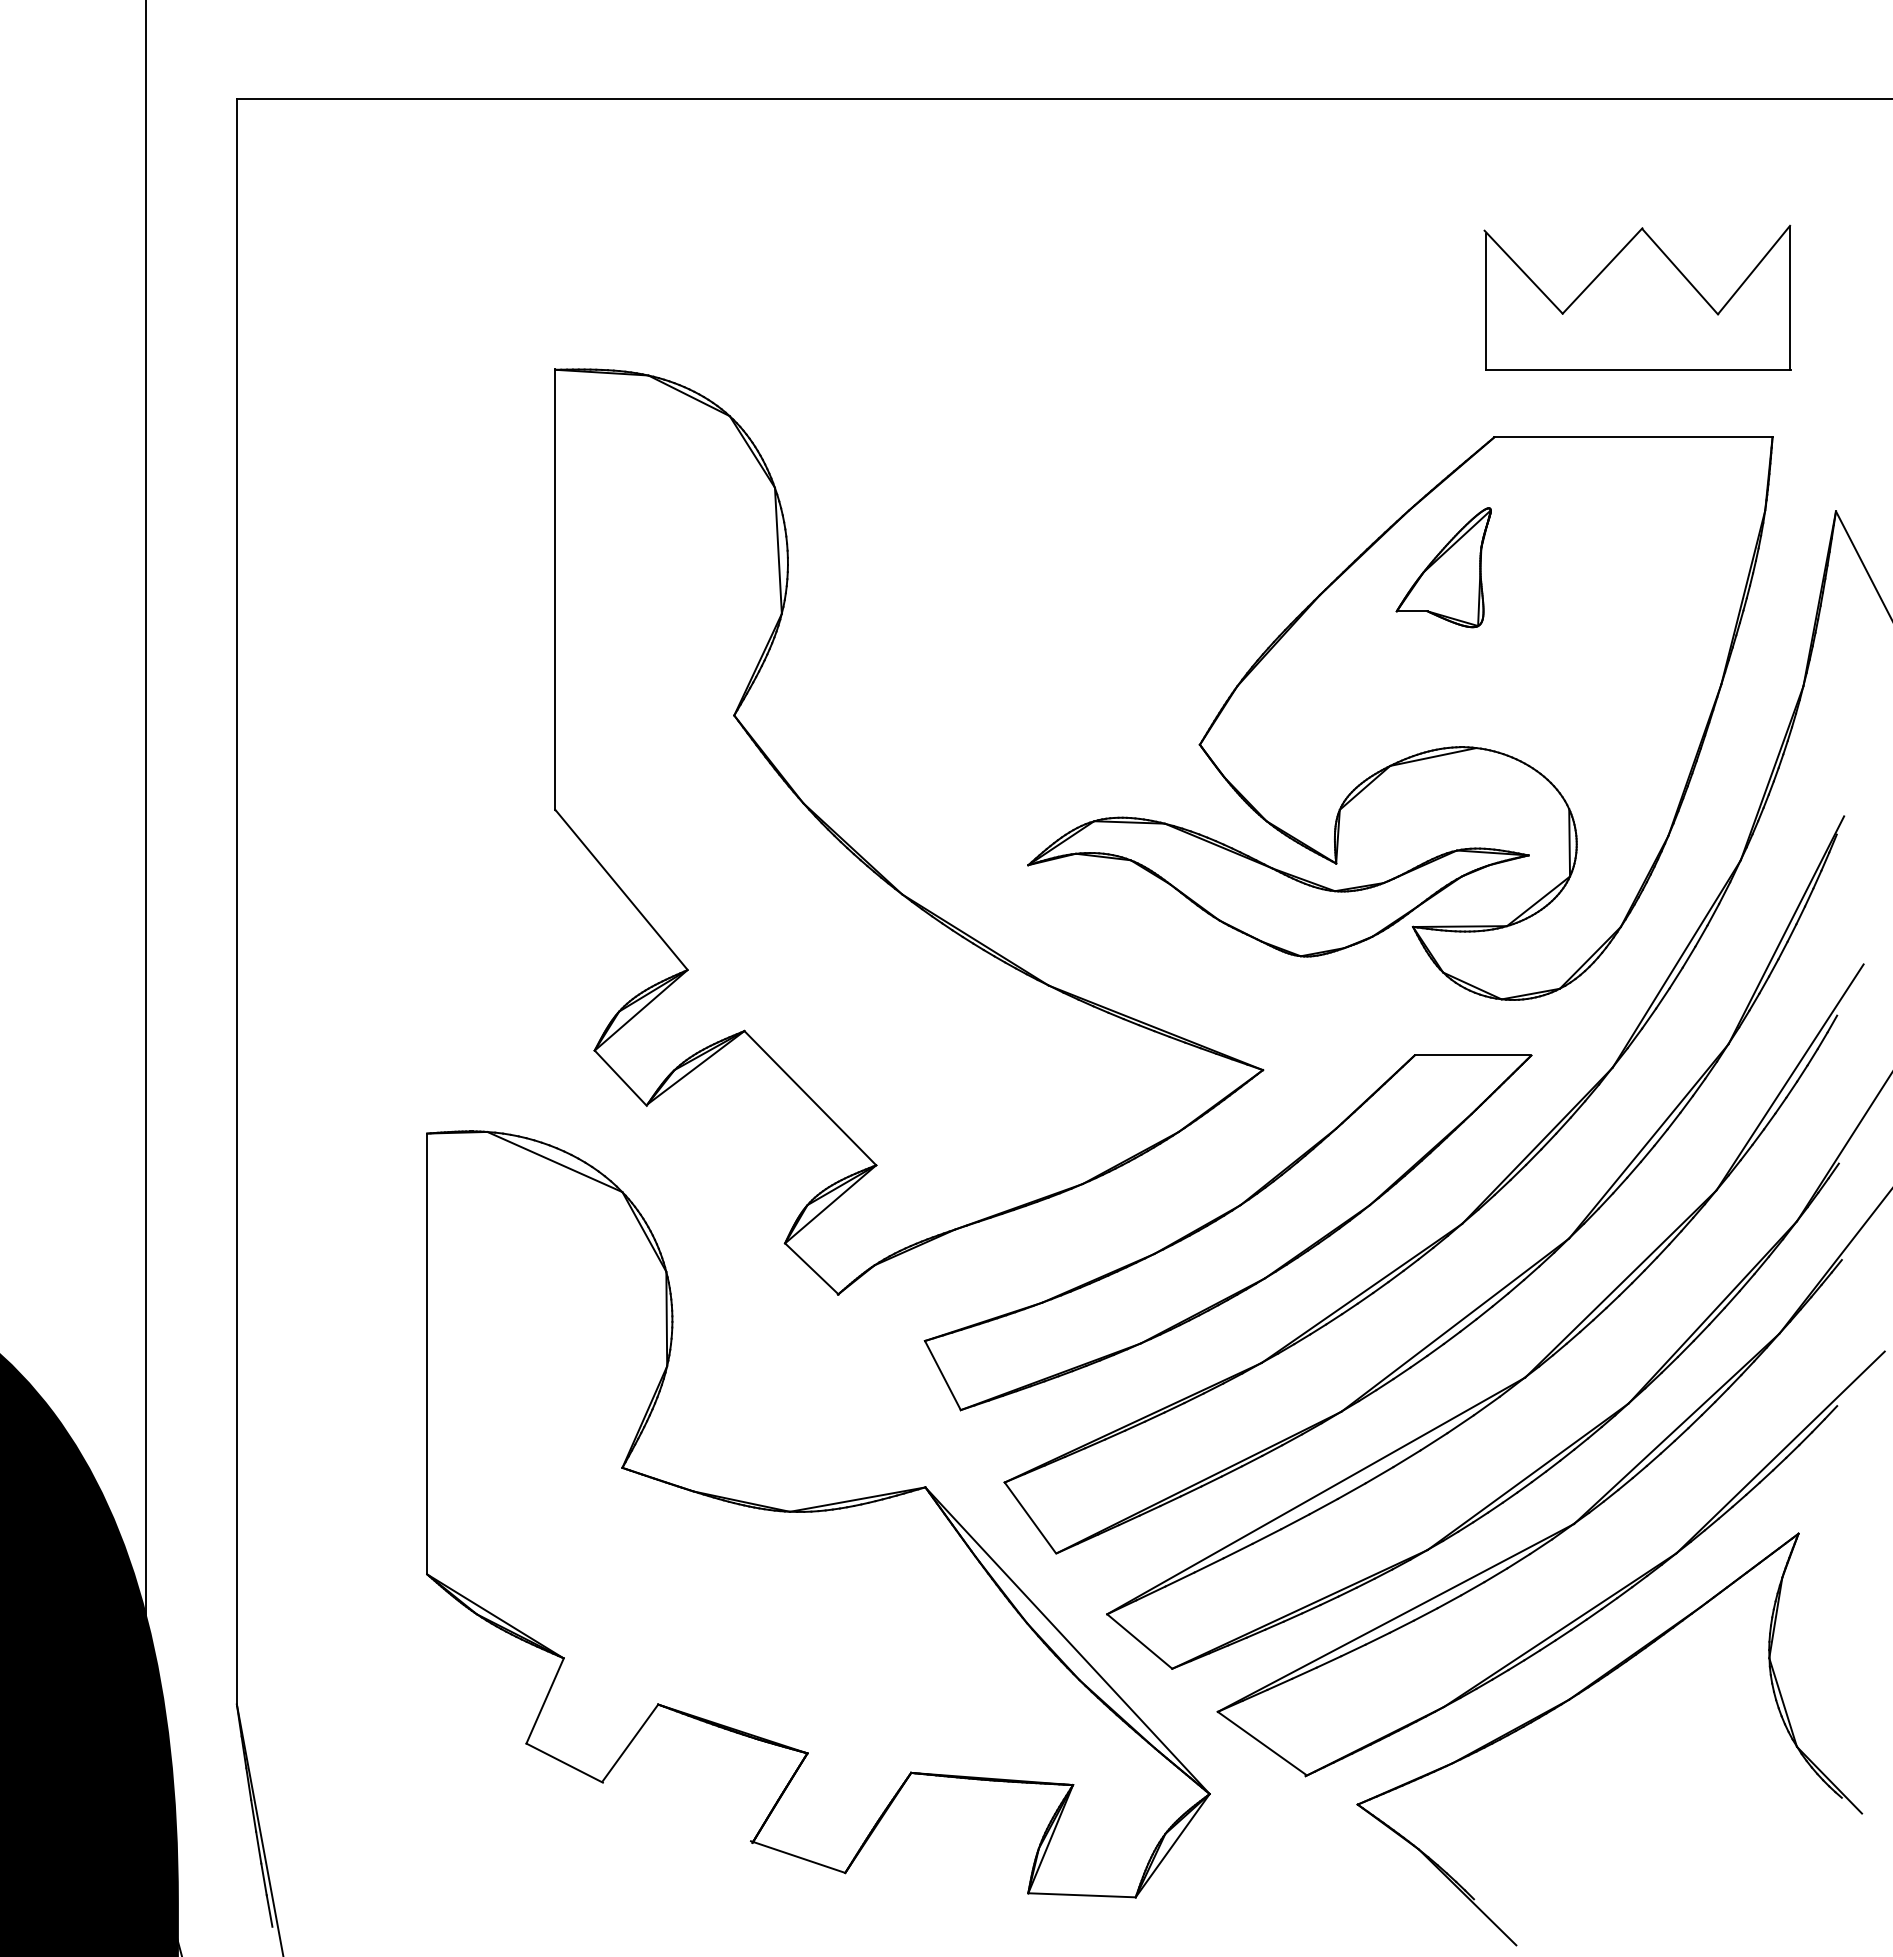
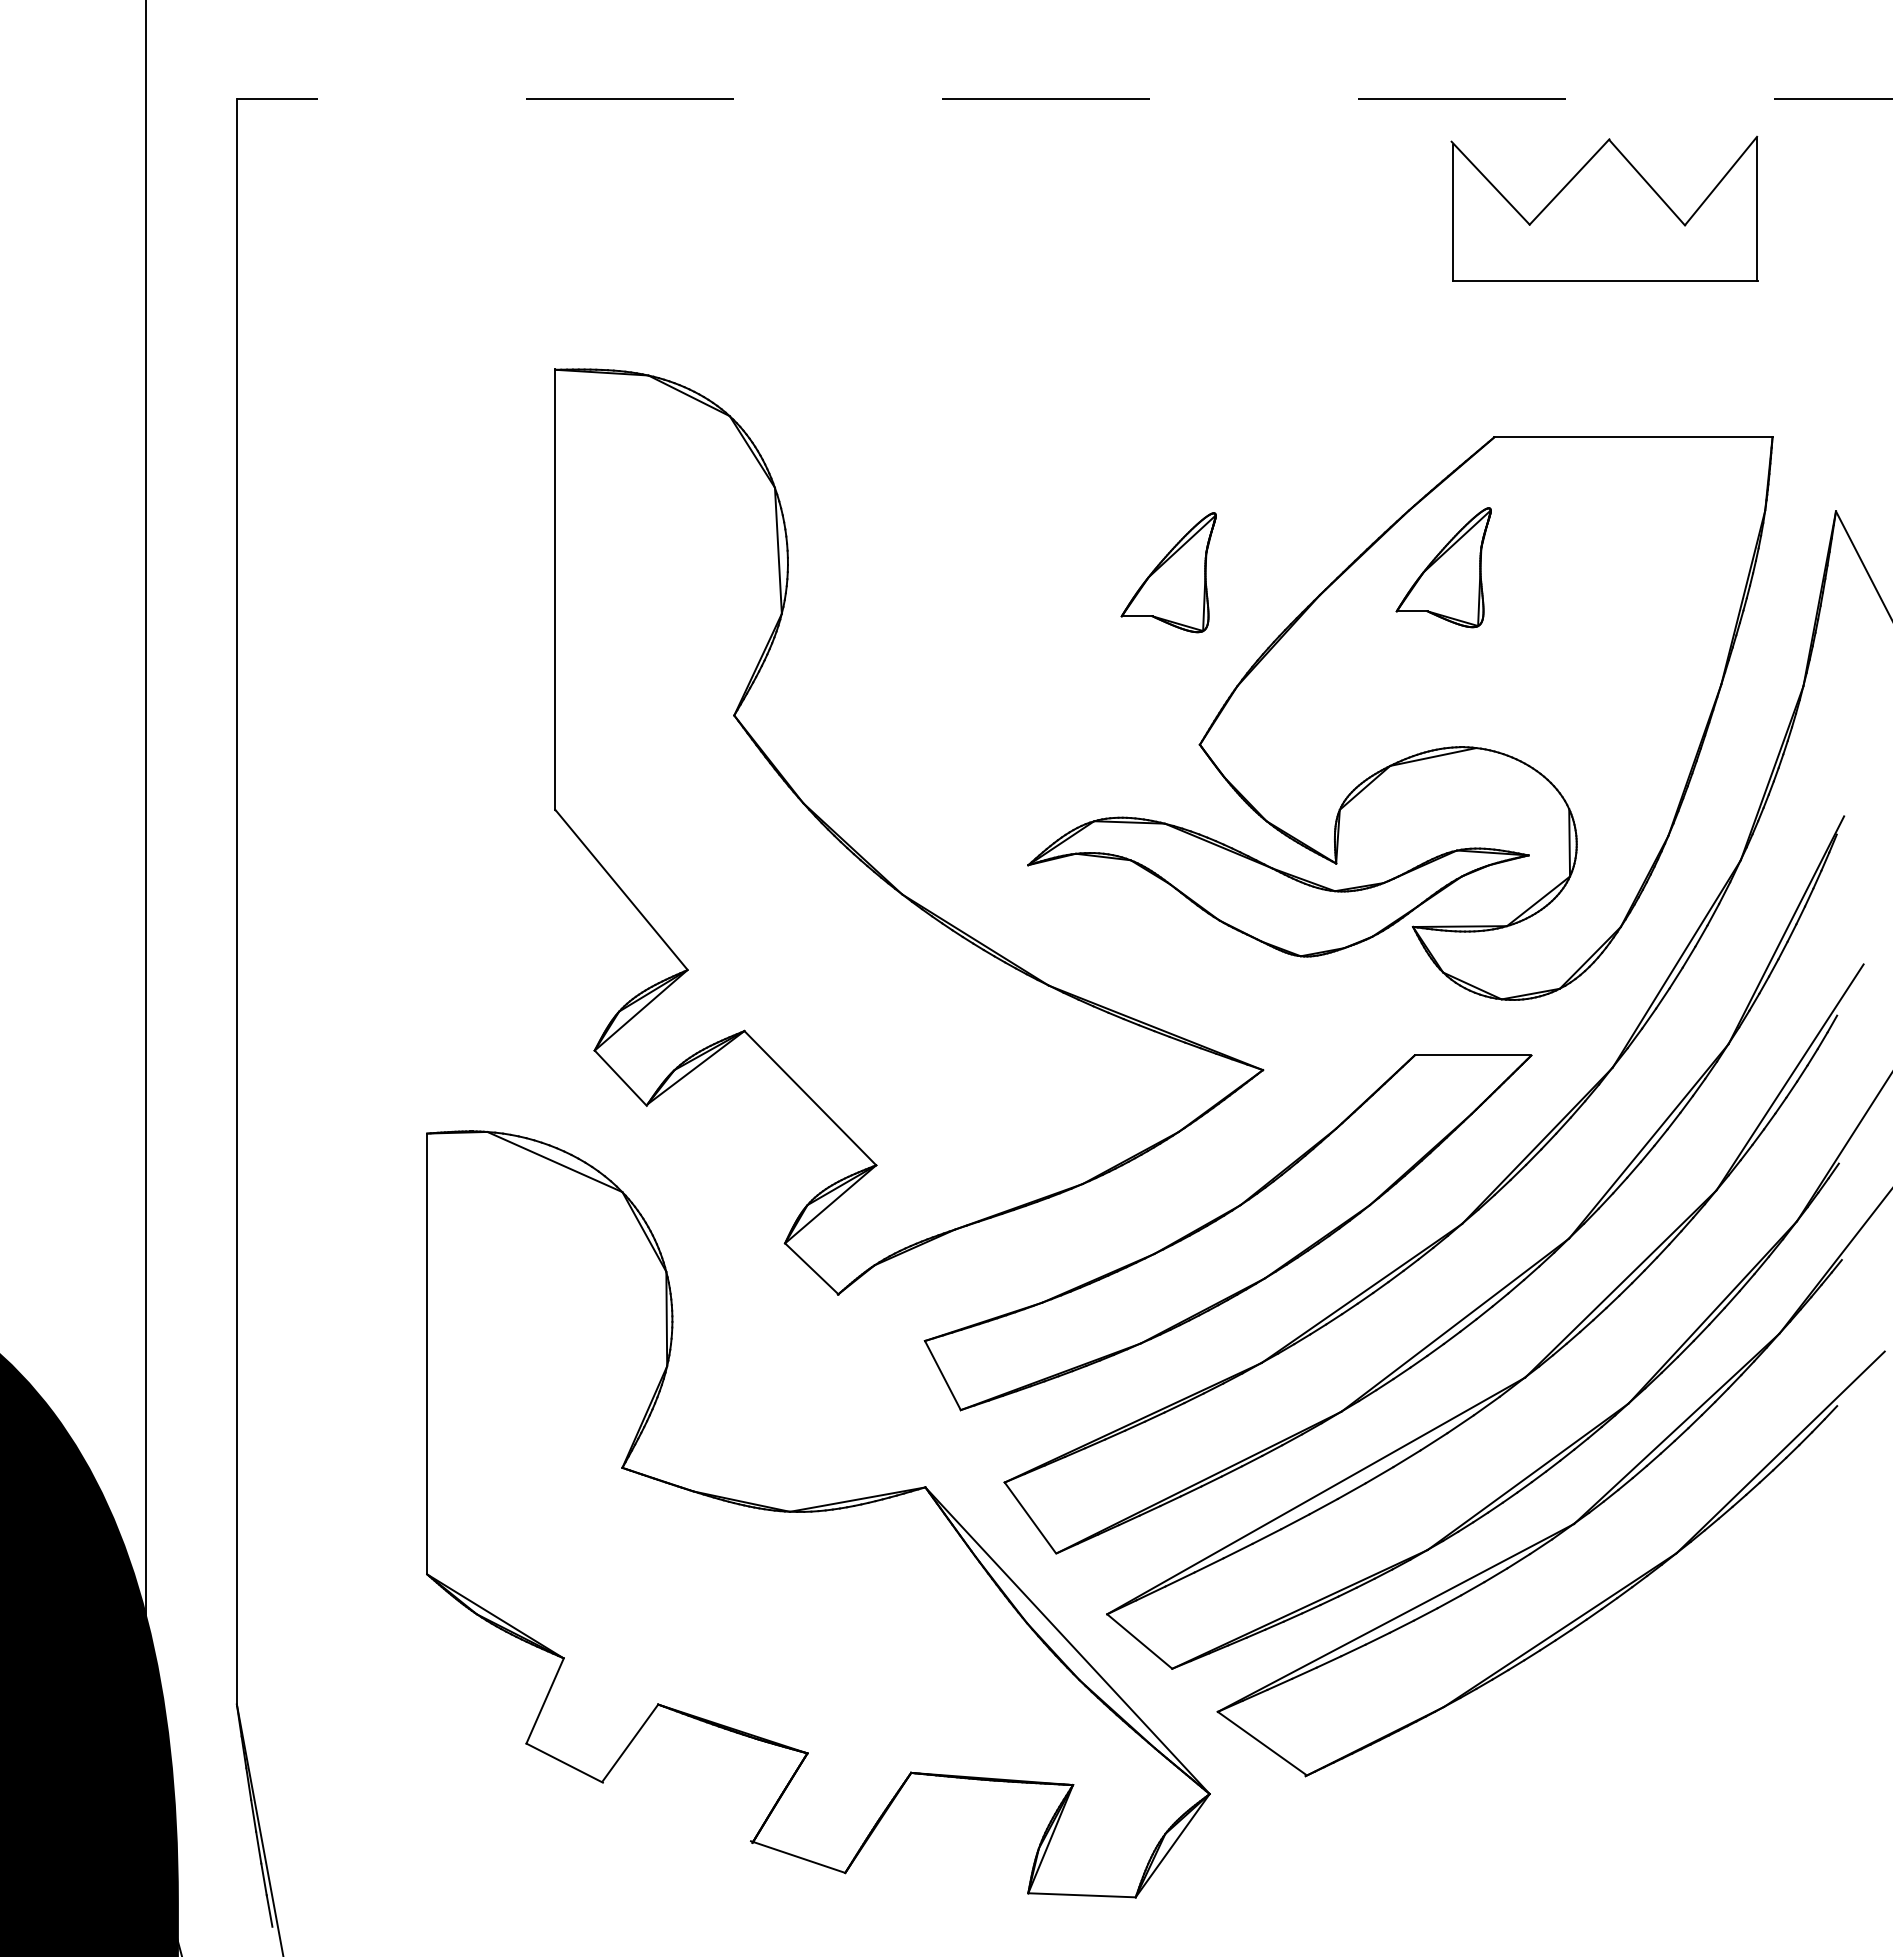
line at (1064, 98): solid -> dashed
part at (1637, 297) position: (1637, 297) -> (1604, 208)
part at (1168, 572): none -> present
part at (1579, 1694): present -> none
